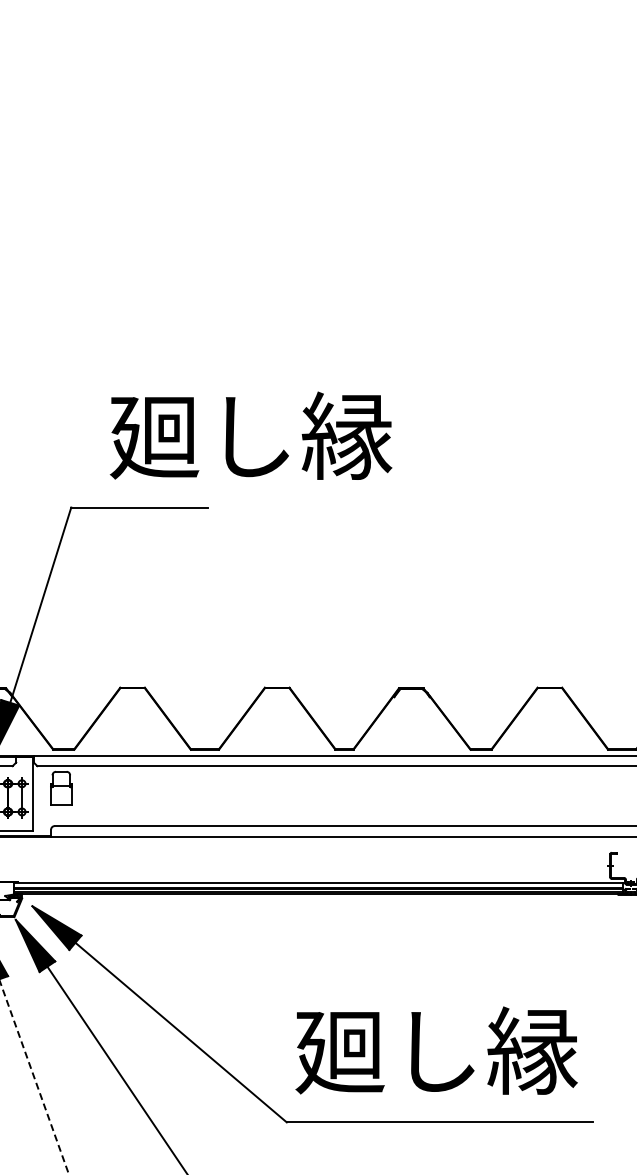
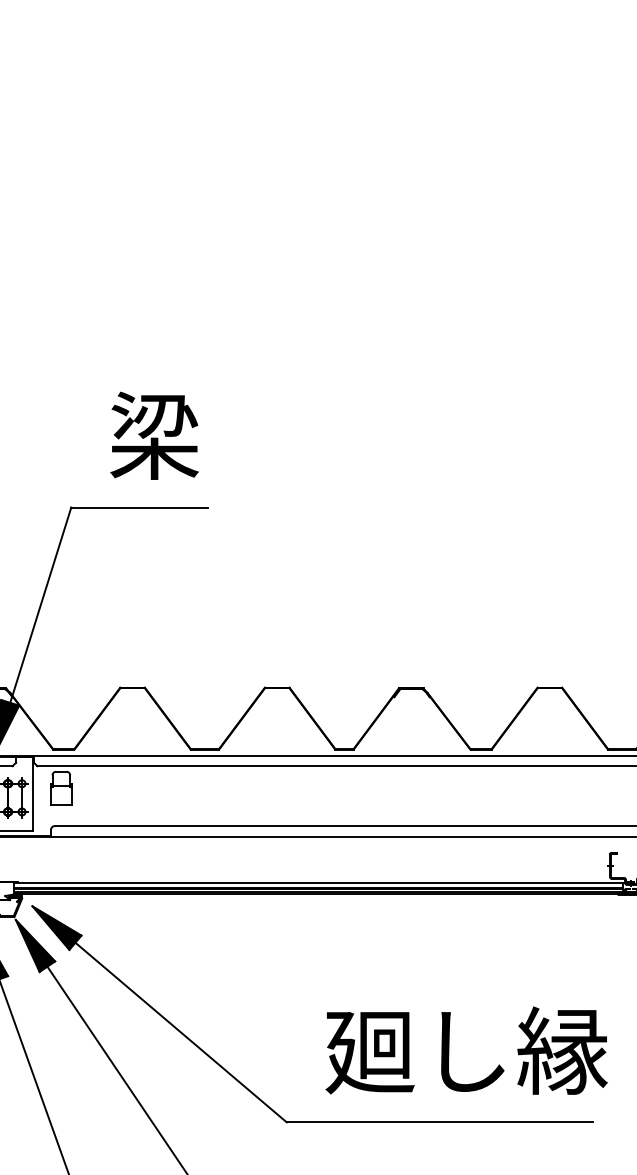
text at (250, 435): 廻し縁 -> 梁
text at (436, 1050) position: (436, 1050) -> (466, 1050)
line at (34, 1078): dashed -> solid
